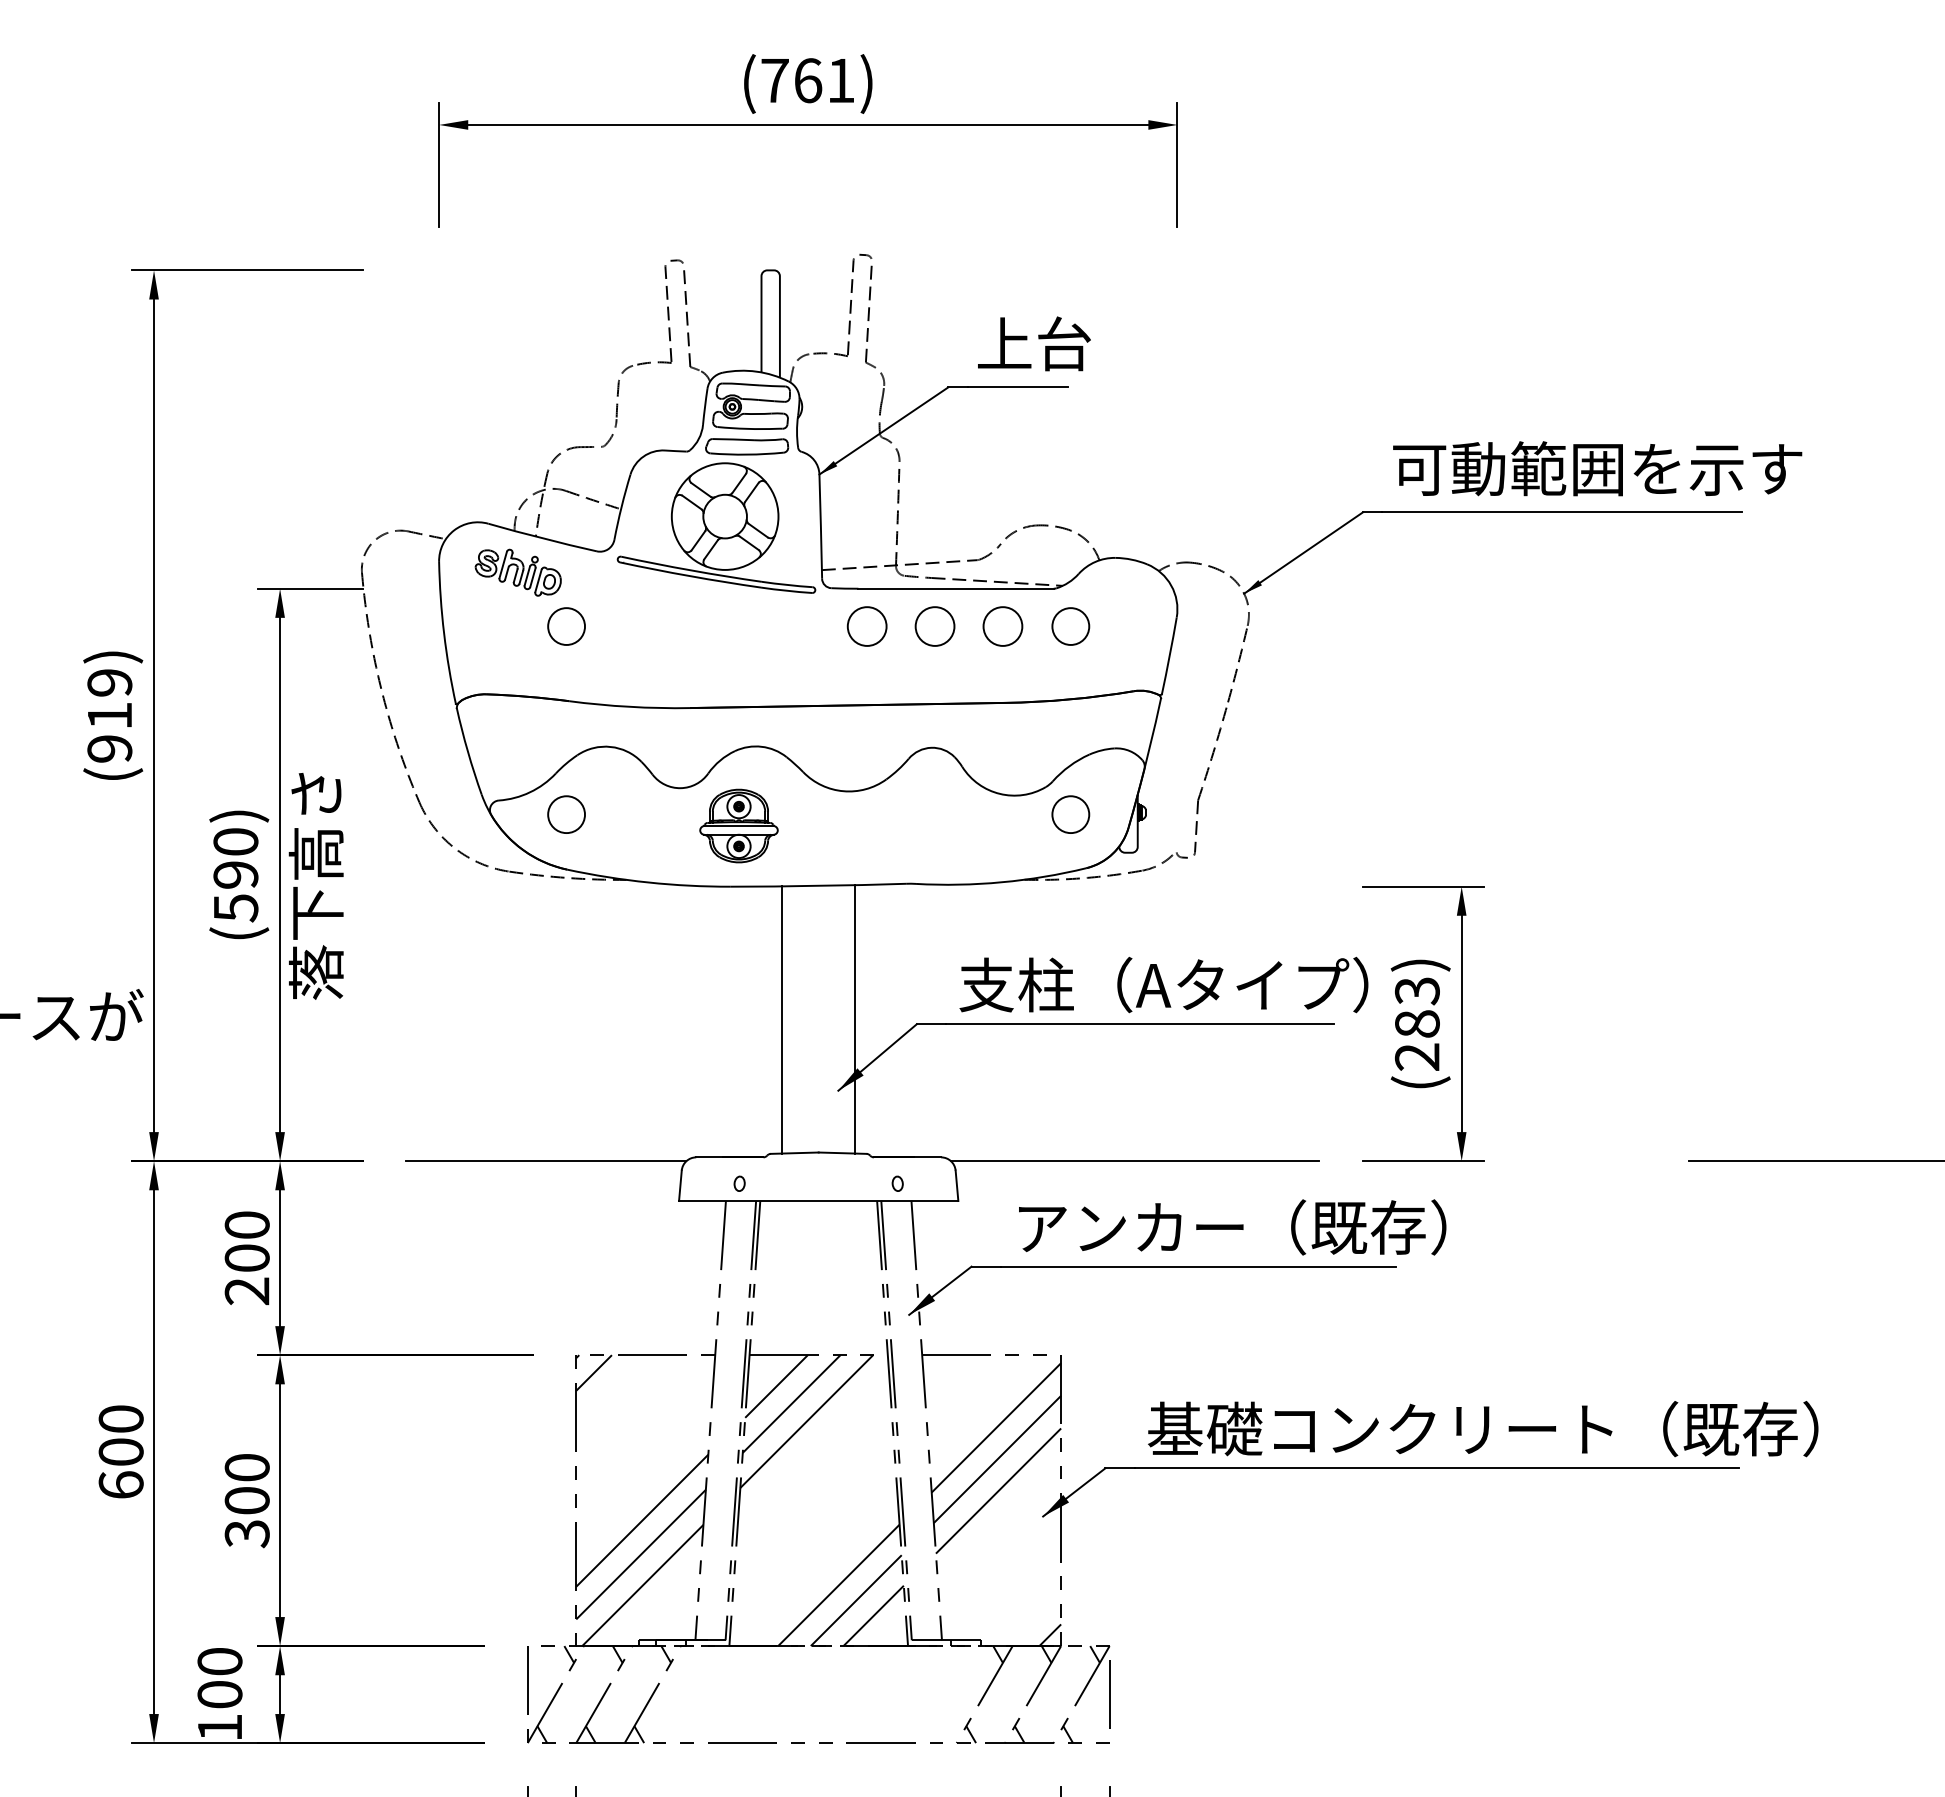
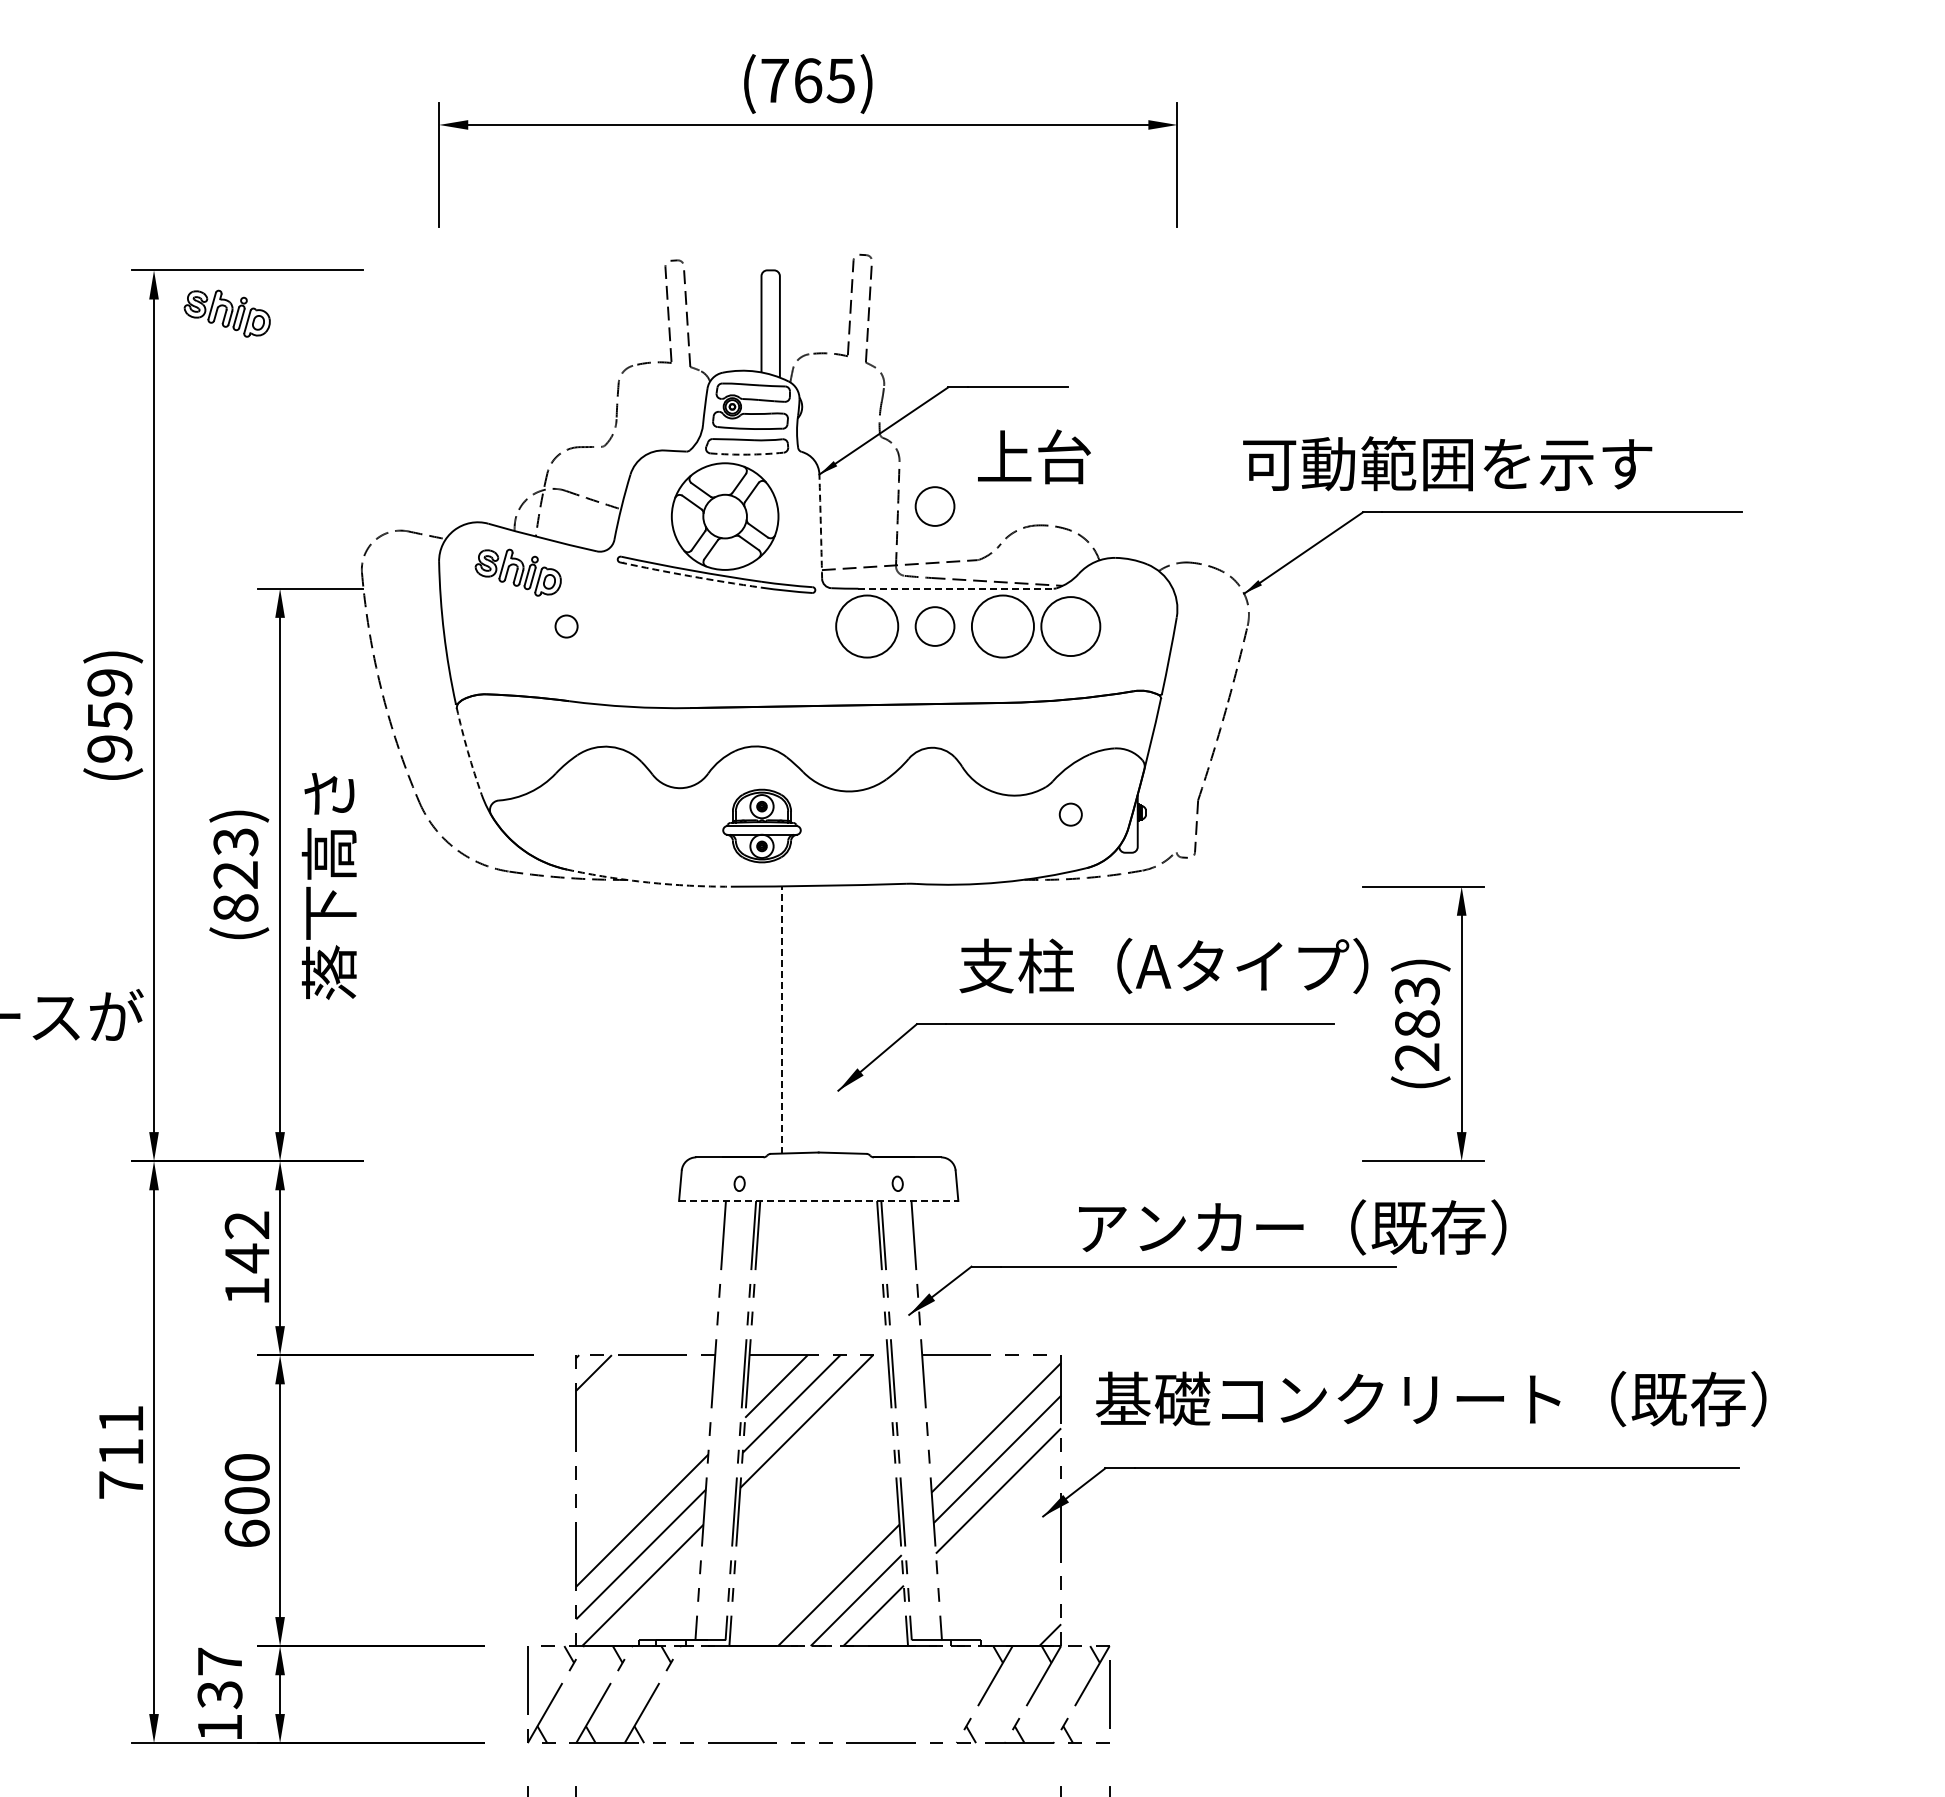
text at (840, 81): (761) -> (765)
part at (226, 313): none -> present
text at (1034, 343) position: (1034, 343) -> (1034, 456)
arc at (747, 454): solid -> dashed
text at (1597, 468) position: (1597, 468) -> (1447, 463)
circle at (934, 506): none -> present
arc at (820, 526): solid -> dashed
arc at (690, 576): solid -> dashed
line at (956, 588): solid -> dashed
circle at (566, 626) diameter: 37 px -> 22 px
circle at (866, 626) diameter: 39 px -> 62 px
circle at (1002, 626) diameter: 39 px -> 62 px
circle at (1070, 626) diameter: 37 px -> 59 px
text at (110, 716): (919) -> (959)
arc at (467, 751): solid -> dashed
circle at (566, 814): present -> none
circle at (1070, 814) diameter: 37 px -> 22 px
part at (738, 825) position: (738, 825) -> (761, 825)
text at (235, 875): (590) -> (823)
arc at (648, 882): solid -> dashed
text at (315, 886) position: (315, 886) -> (328, 886)
text at (1163, 984) position: (1163, 984) -> (1163, 965)
line at (782, 1019): solid -> dashed
line at (855, 1019): present -> none
line at (546, 1161): present -> none
line at (1134, 1161): present -> none
line at (1815, 1161): present -> none
line at (818, 1201): solid -> dashed
text at (1232, 1227) position: (1232, 1227) -> (1292, 1227)
text at (246, 1258): 200 -> 142
text at (1483, 1429) position: (1483, 1429) -> (1431, 1399)
text at (120, 1451): 600 -> 711
text at (246, 1533): 300 -> 600
text at (219, 1678): 100 -> 137
